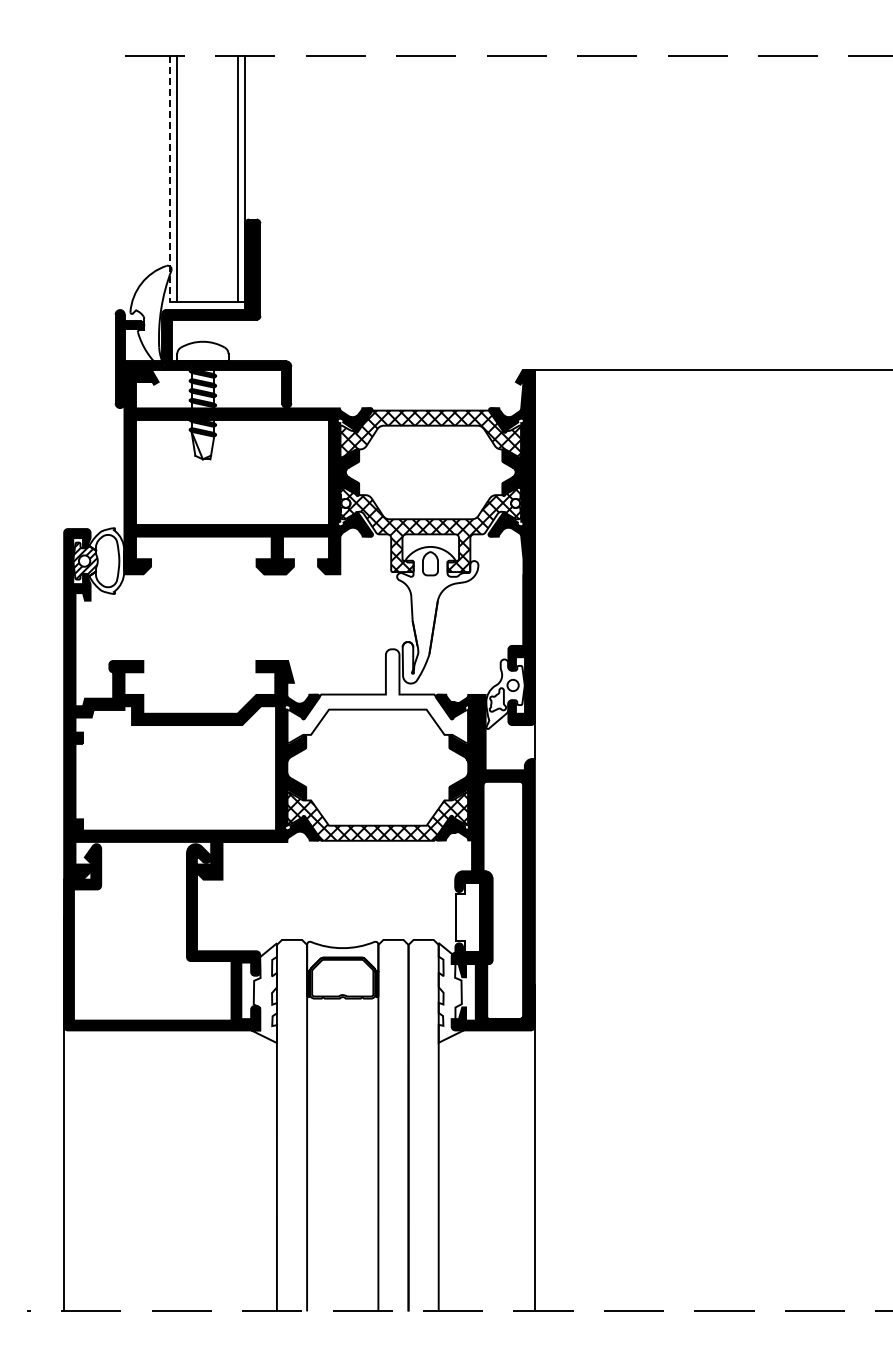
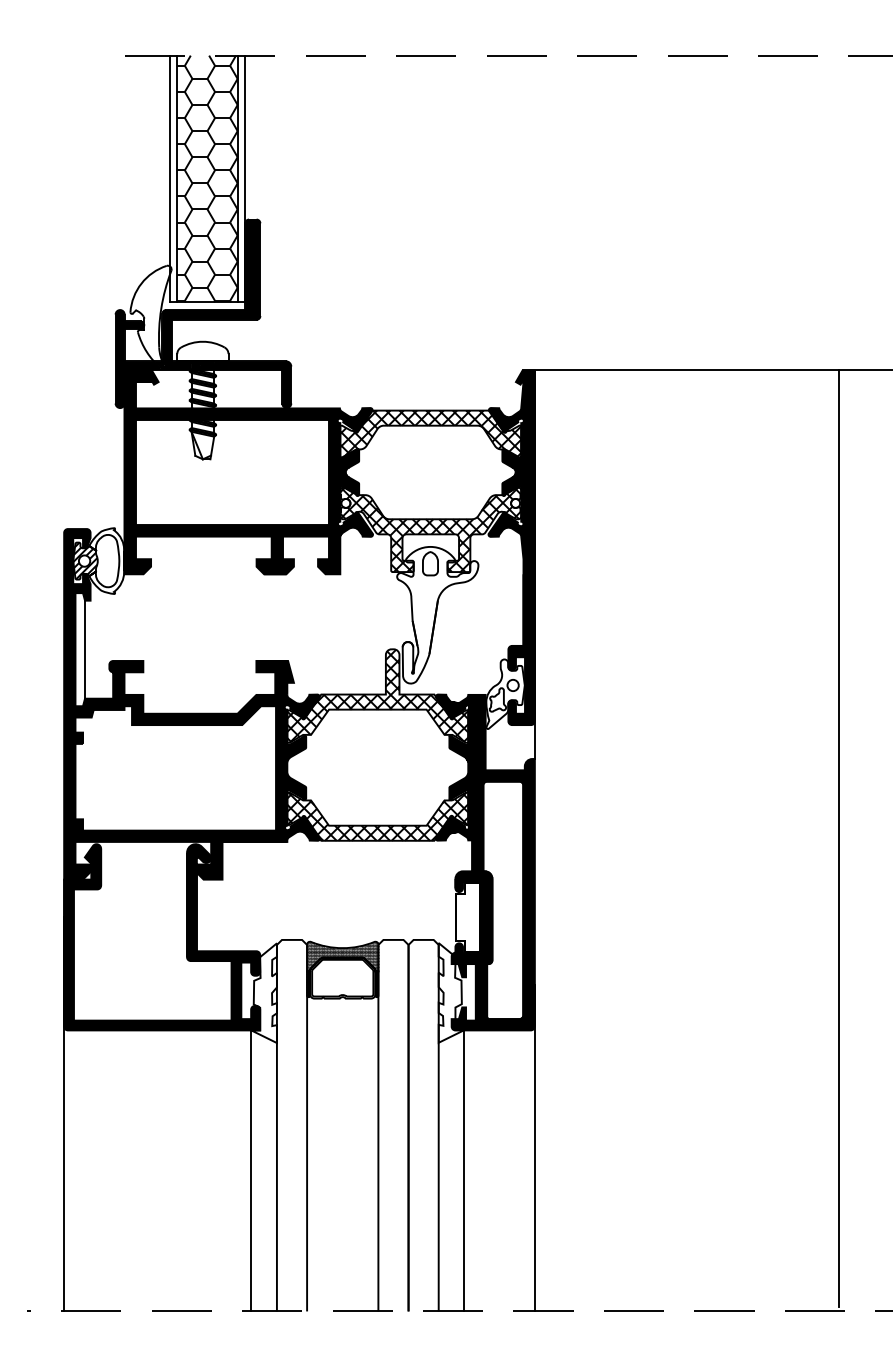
hatch at (207, 178): none -> present
line at (169, 179): dashed -> solid
line at (85, 649): none -> present
hatch at (377, 695): none -> present
line at (838, 838): none -> present
hatch at (342, 956): none -> present
line at (251, 1170): none -> present
line at (464, 1170): none -> present
